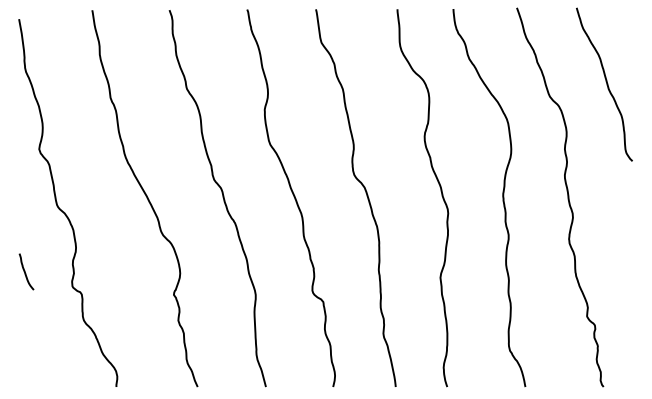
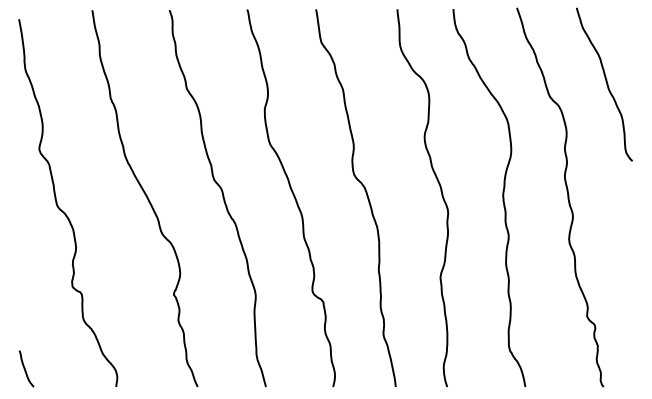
curve at (25, 271) position: (25, 271) -> (25, 368)
